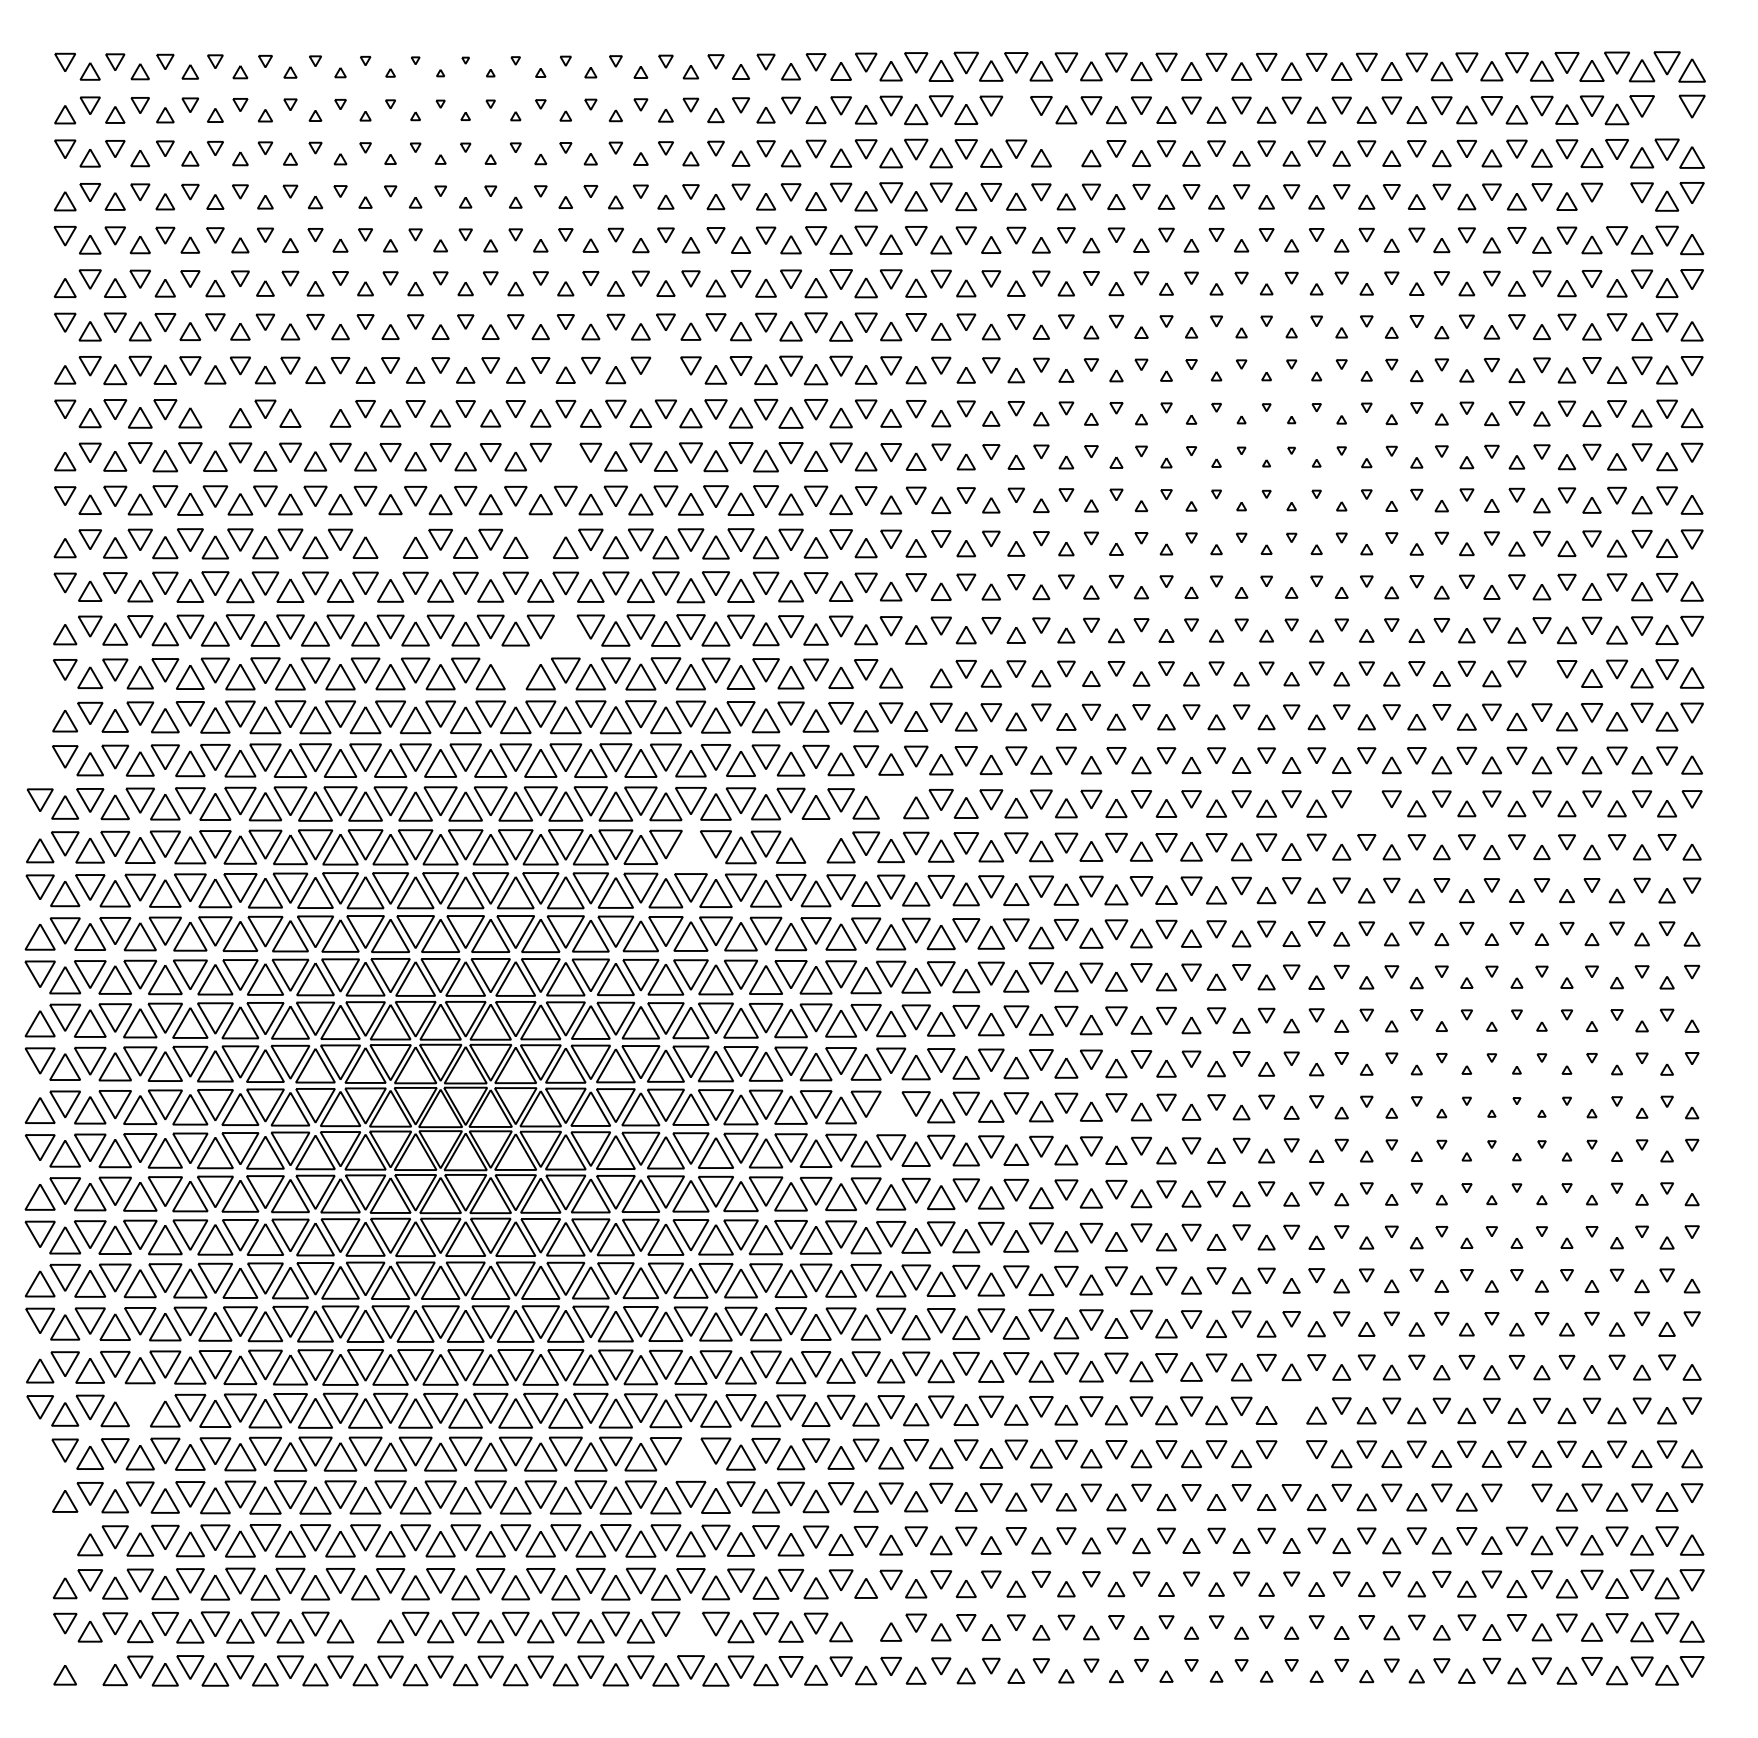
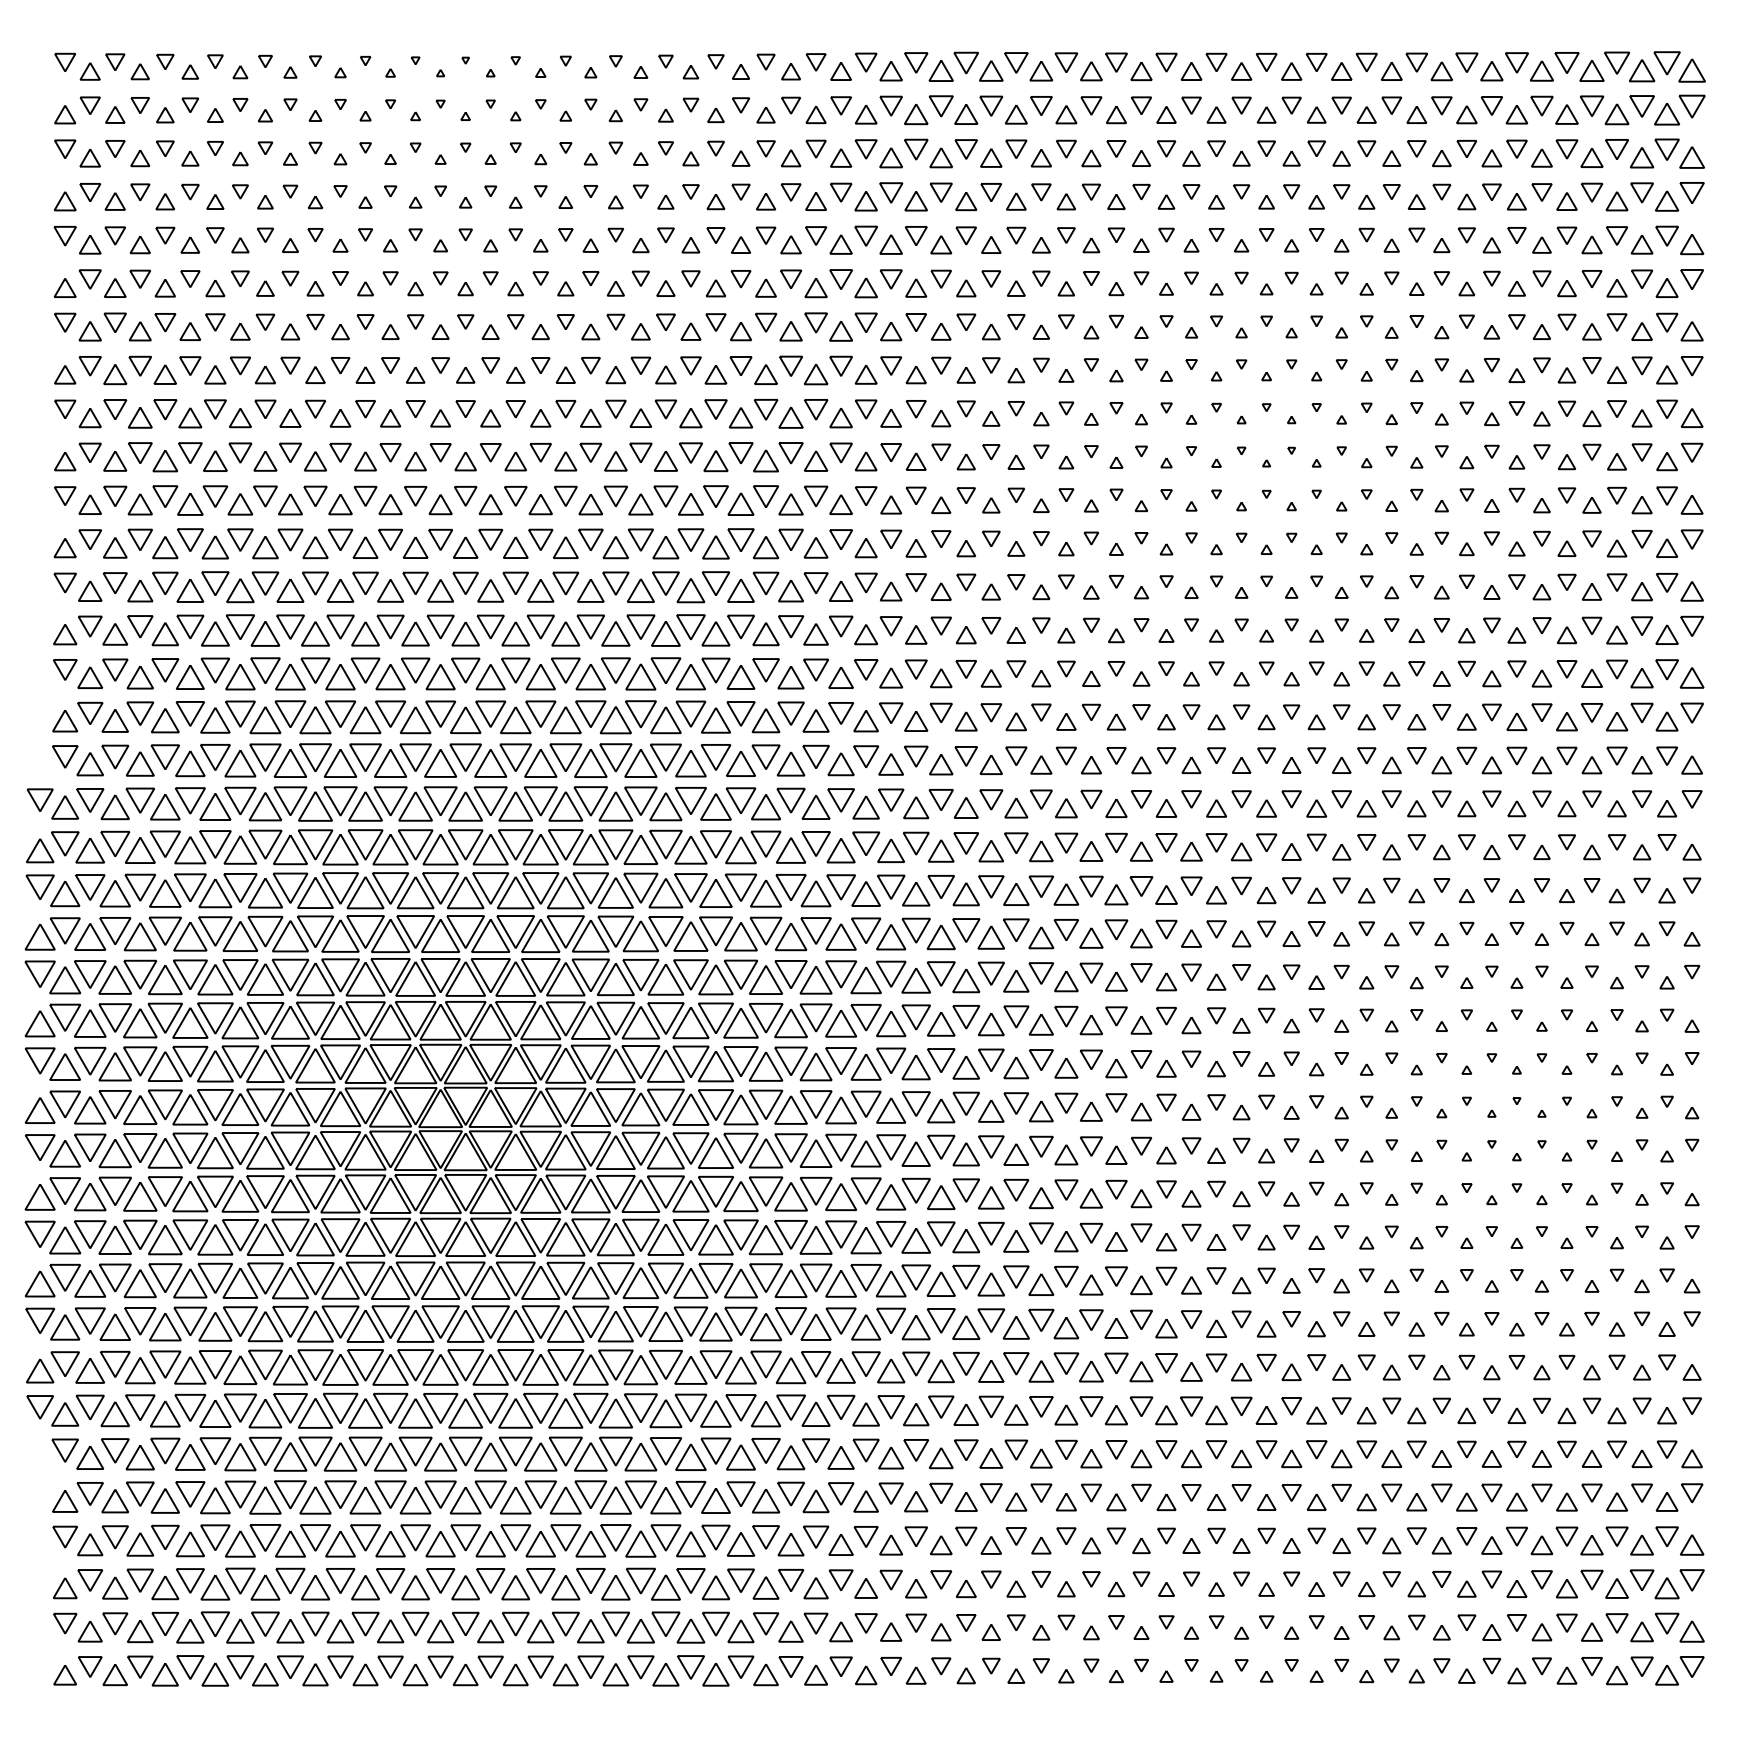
part at (1015, 114): none -> present
part at (1666, 114): none -> present
part at (1066, 148): none -> present
part at (1616, 201): none -> present
part at (665, 374): none -> present
part at (315, 408): none -> present
part at (215, 409): none -> present
part at (565, 461): none -> present
part at (390, 539): none -> present
part at (540, 539): none -> present
part at (565, 633): none -> present
part at (916, 669): none -> present
part at (515, 670): none -> present
part at (1541, 678): none -> present
part at (891, 799): none -> present
part at (1366, 808): none -> present
part at (815, 843): none -> present
part at (690, 850): none -> present
part at (891, 1110): none -> present
part at (1291, 1406): none -> present
part at (140, 1407): none -> present
part at (690, 1456): none -> present
part at (1291, 1458): none -> present
part at (1516, 1501): none -> present
part at (64, 1536): none -> present
part at (365, 1623): none -> present
part at (865, 1623): none -> present
part at (690, 1630): none -> present
part at (90, 1666): none -> present
